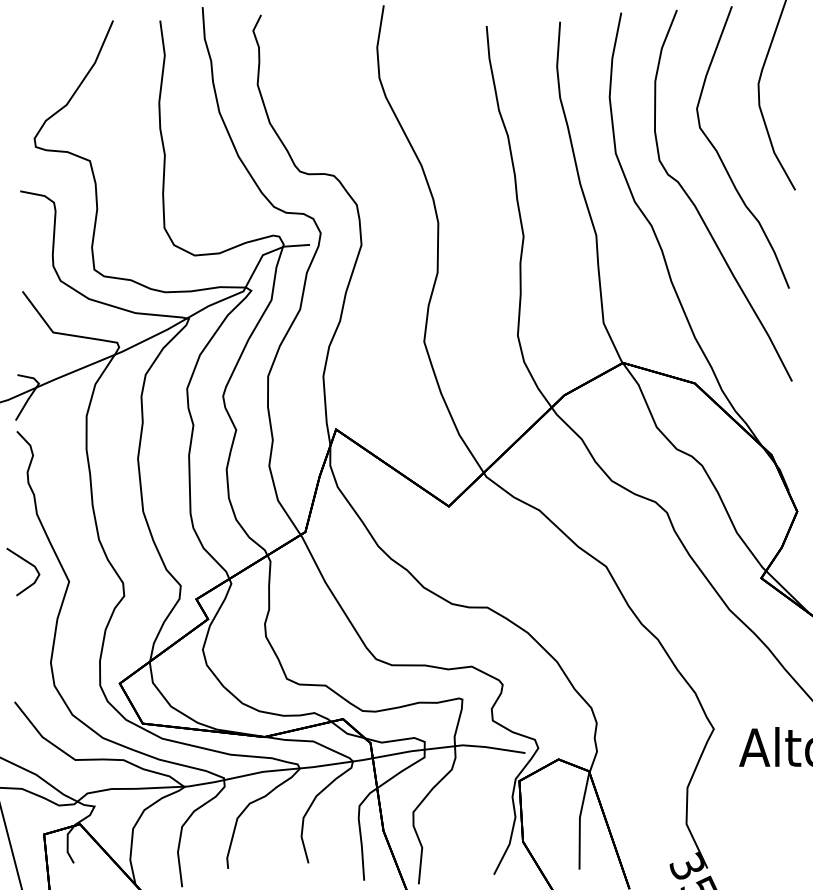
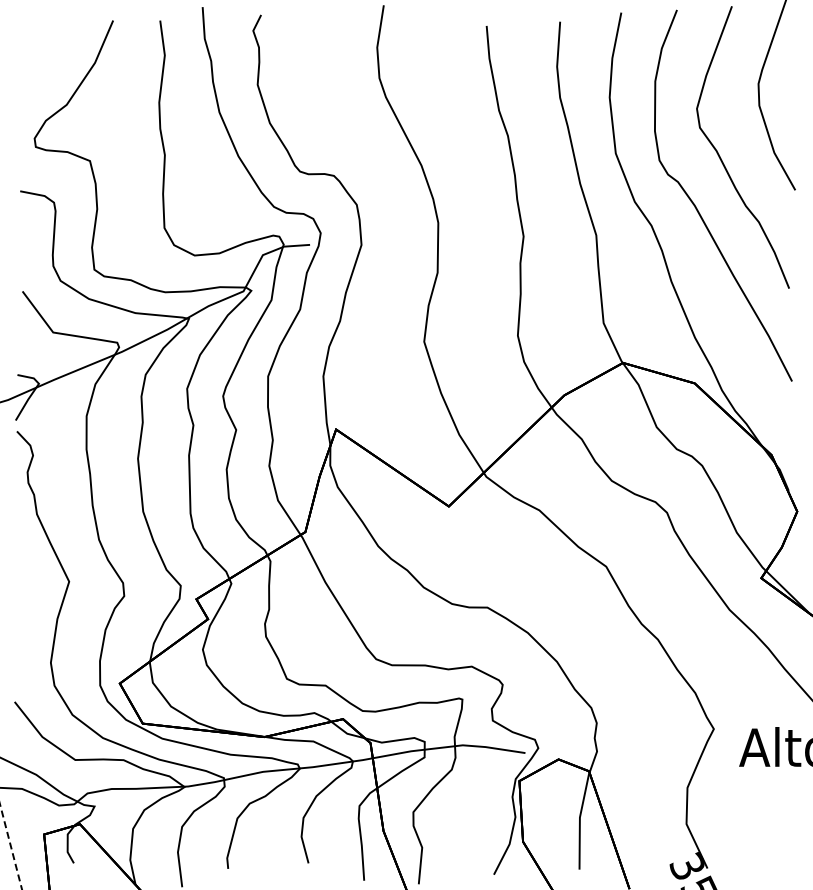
line at (29, 564): present -> none
line at (11, 846): solid -> dashed
